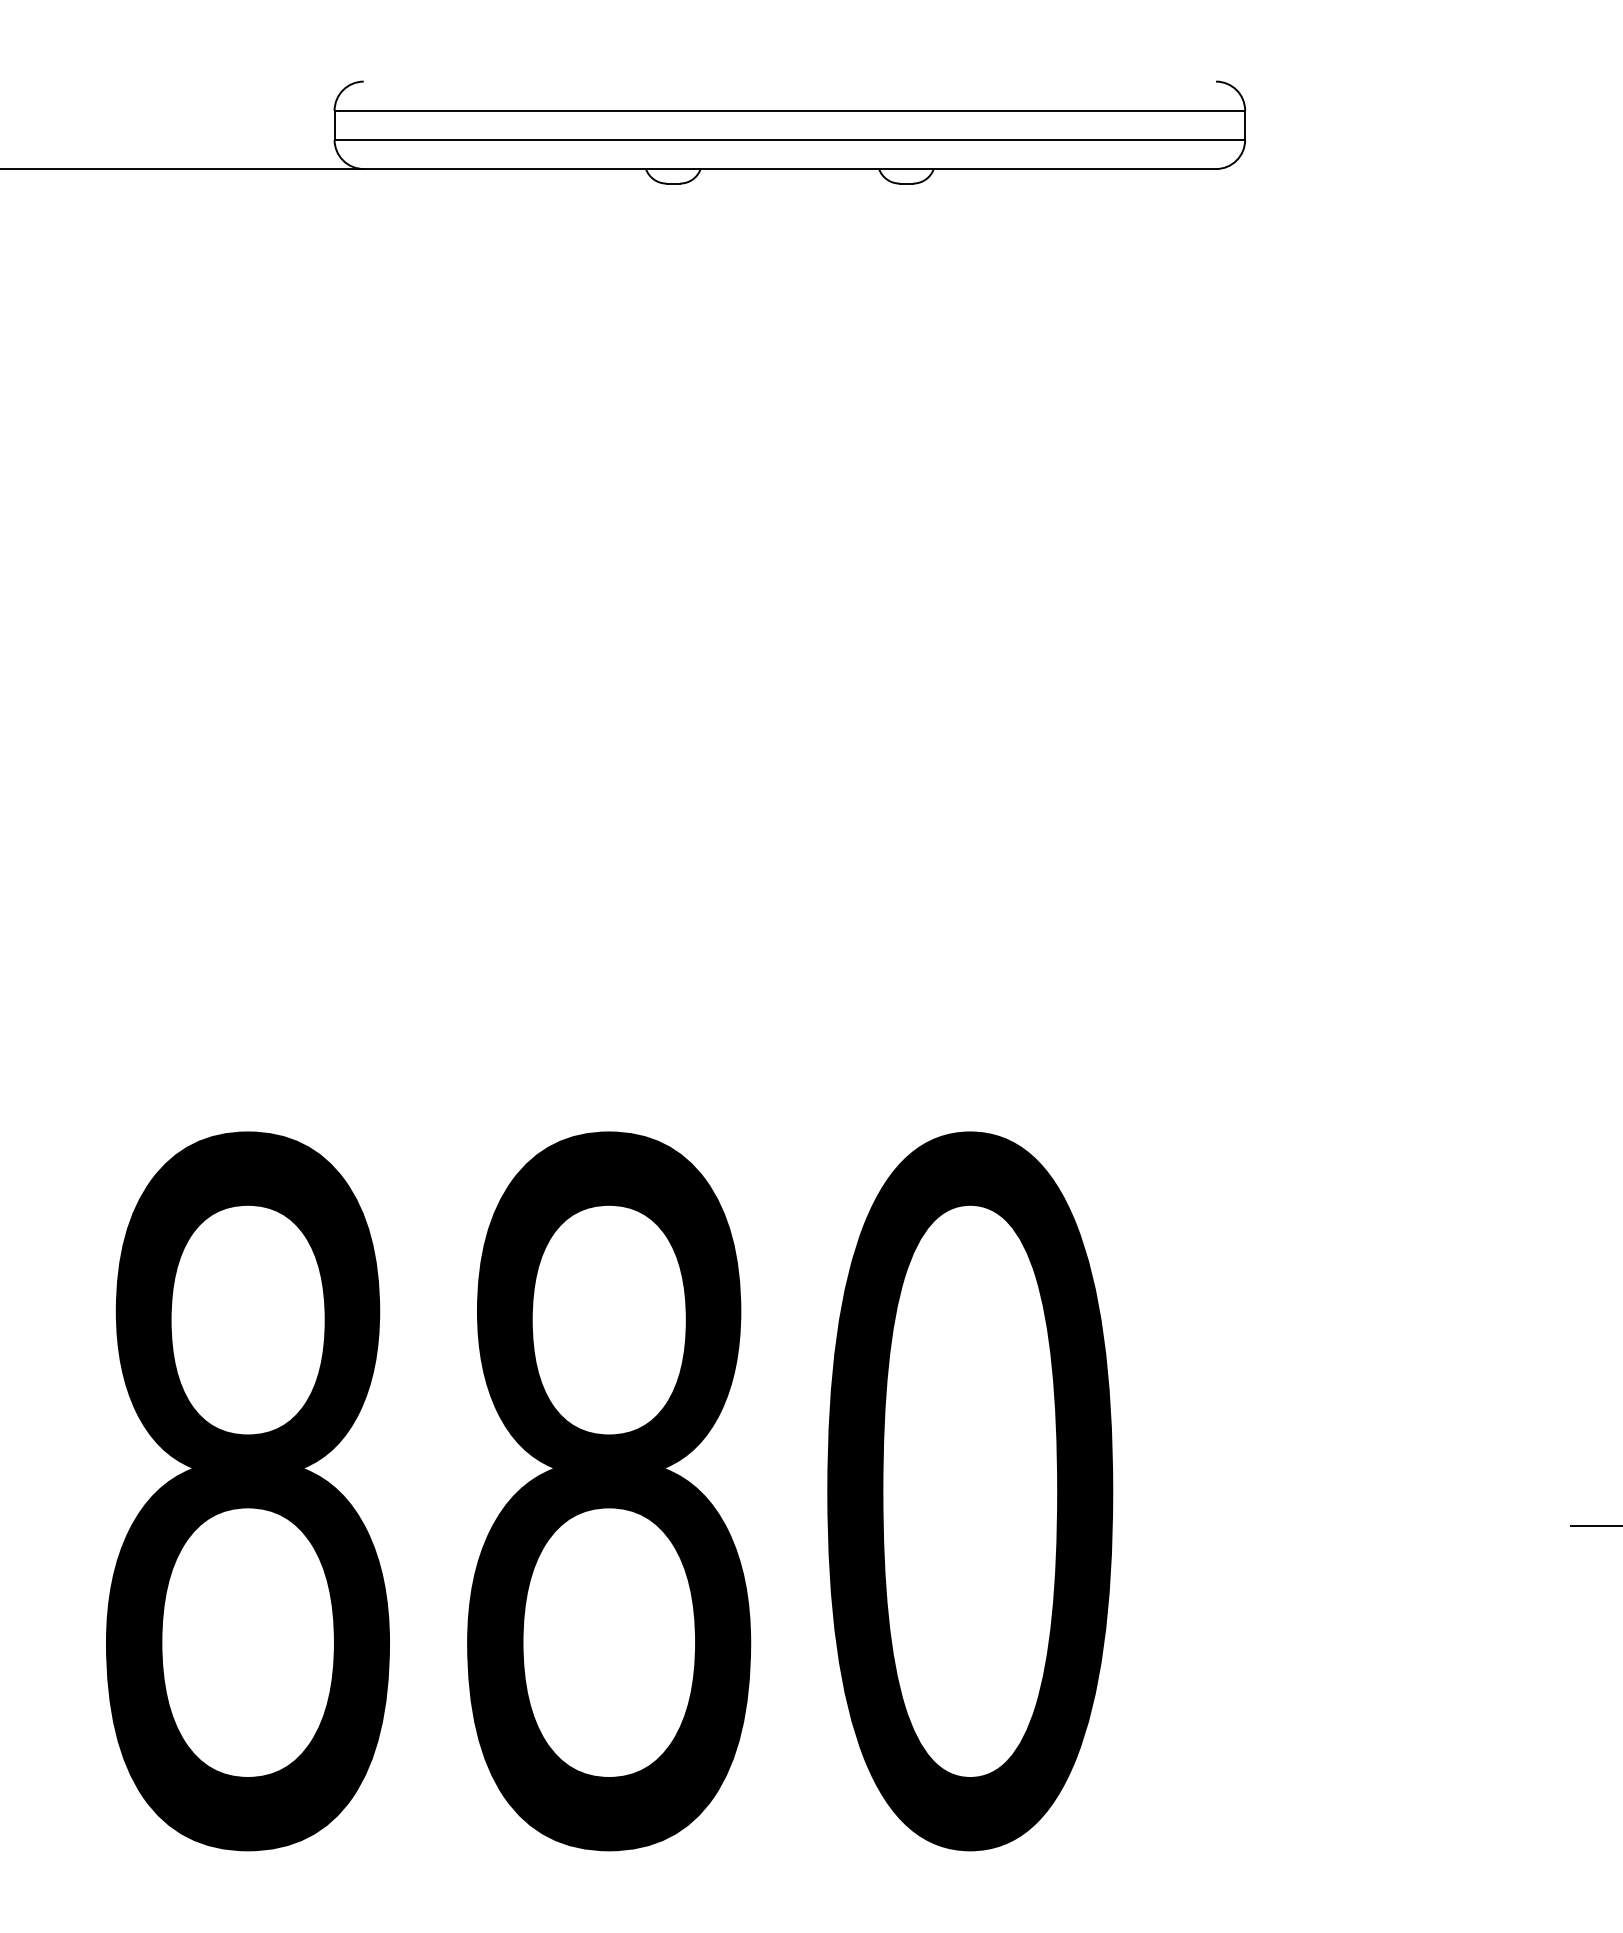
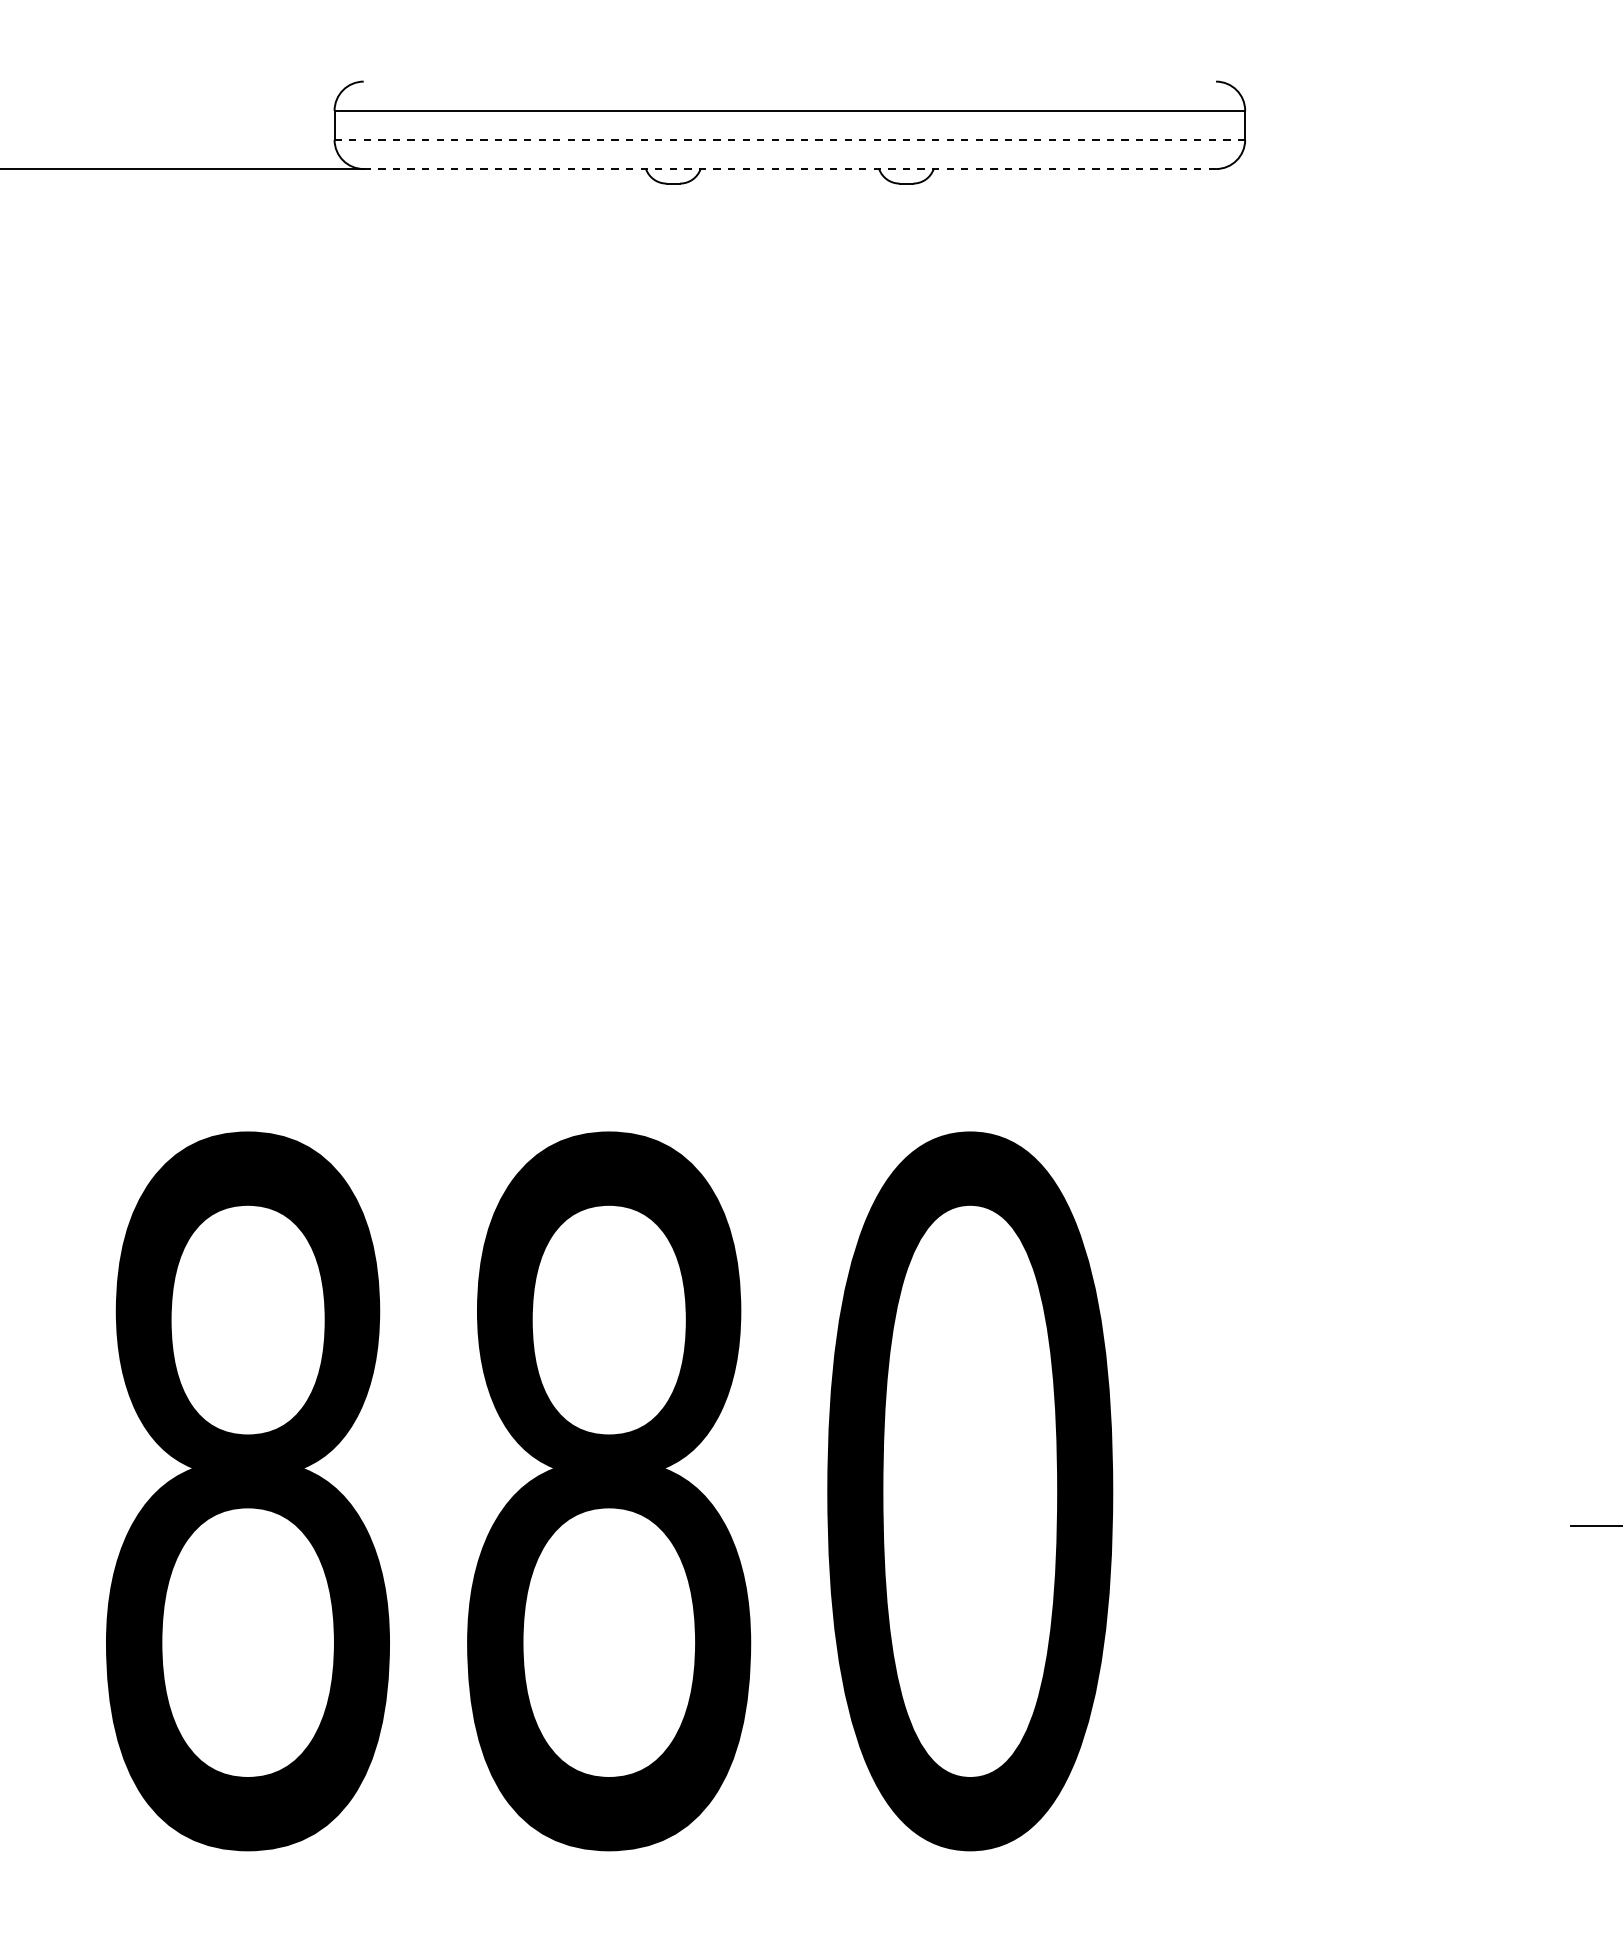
line at (789, 139): solid -> dashed
line at (789, 169): solid -> dashed
